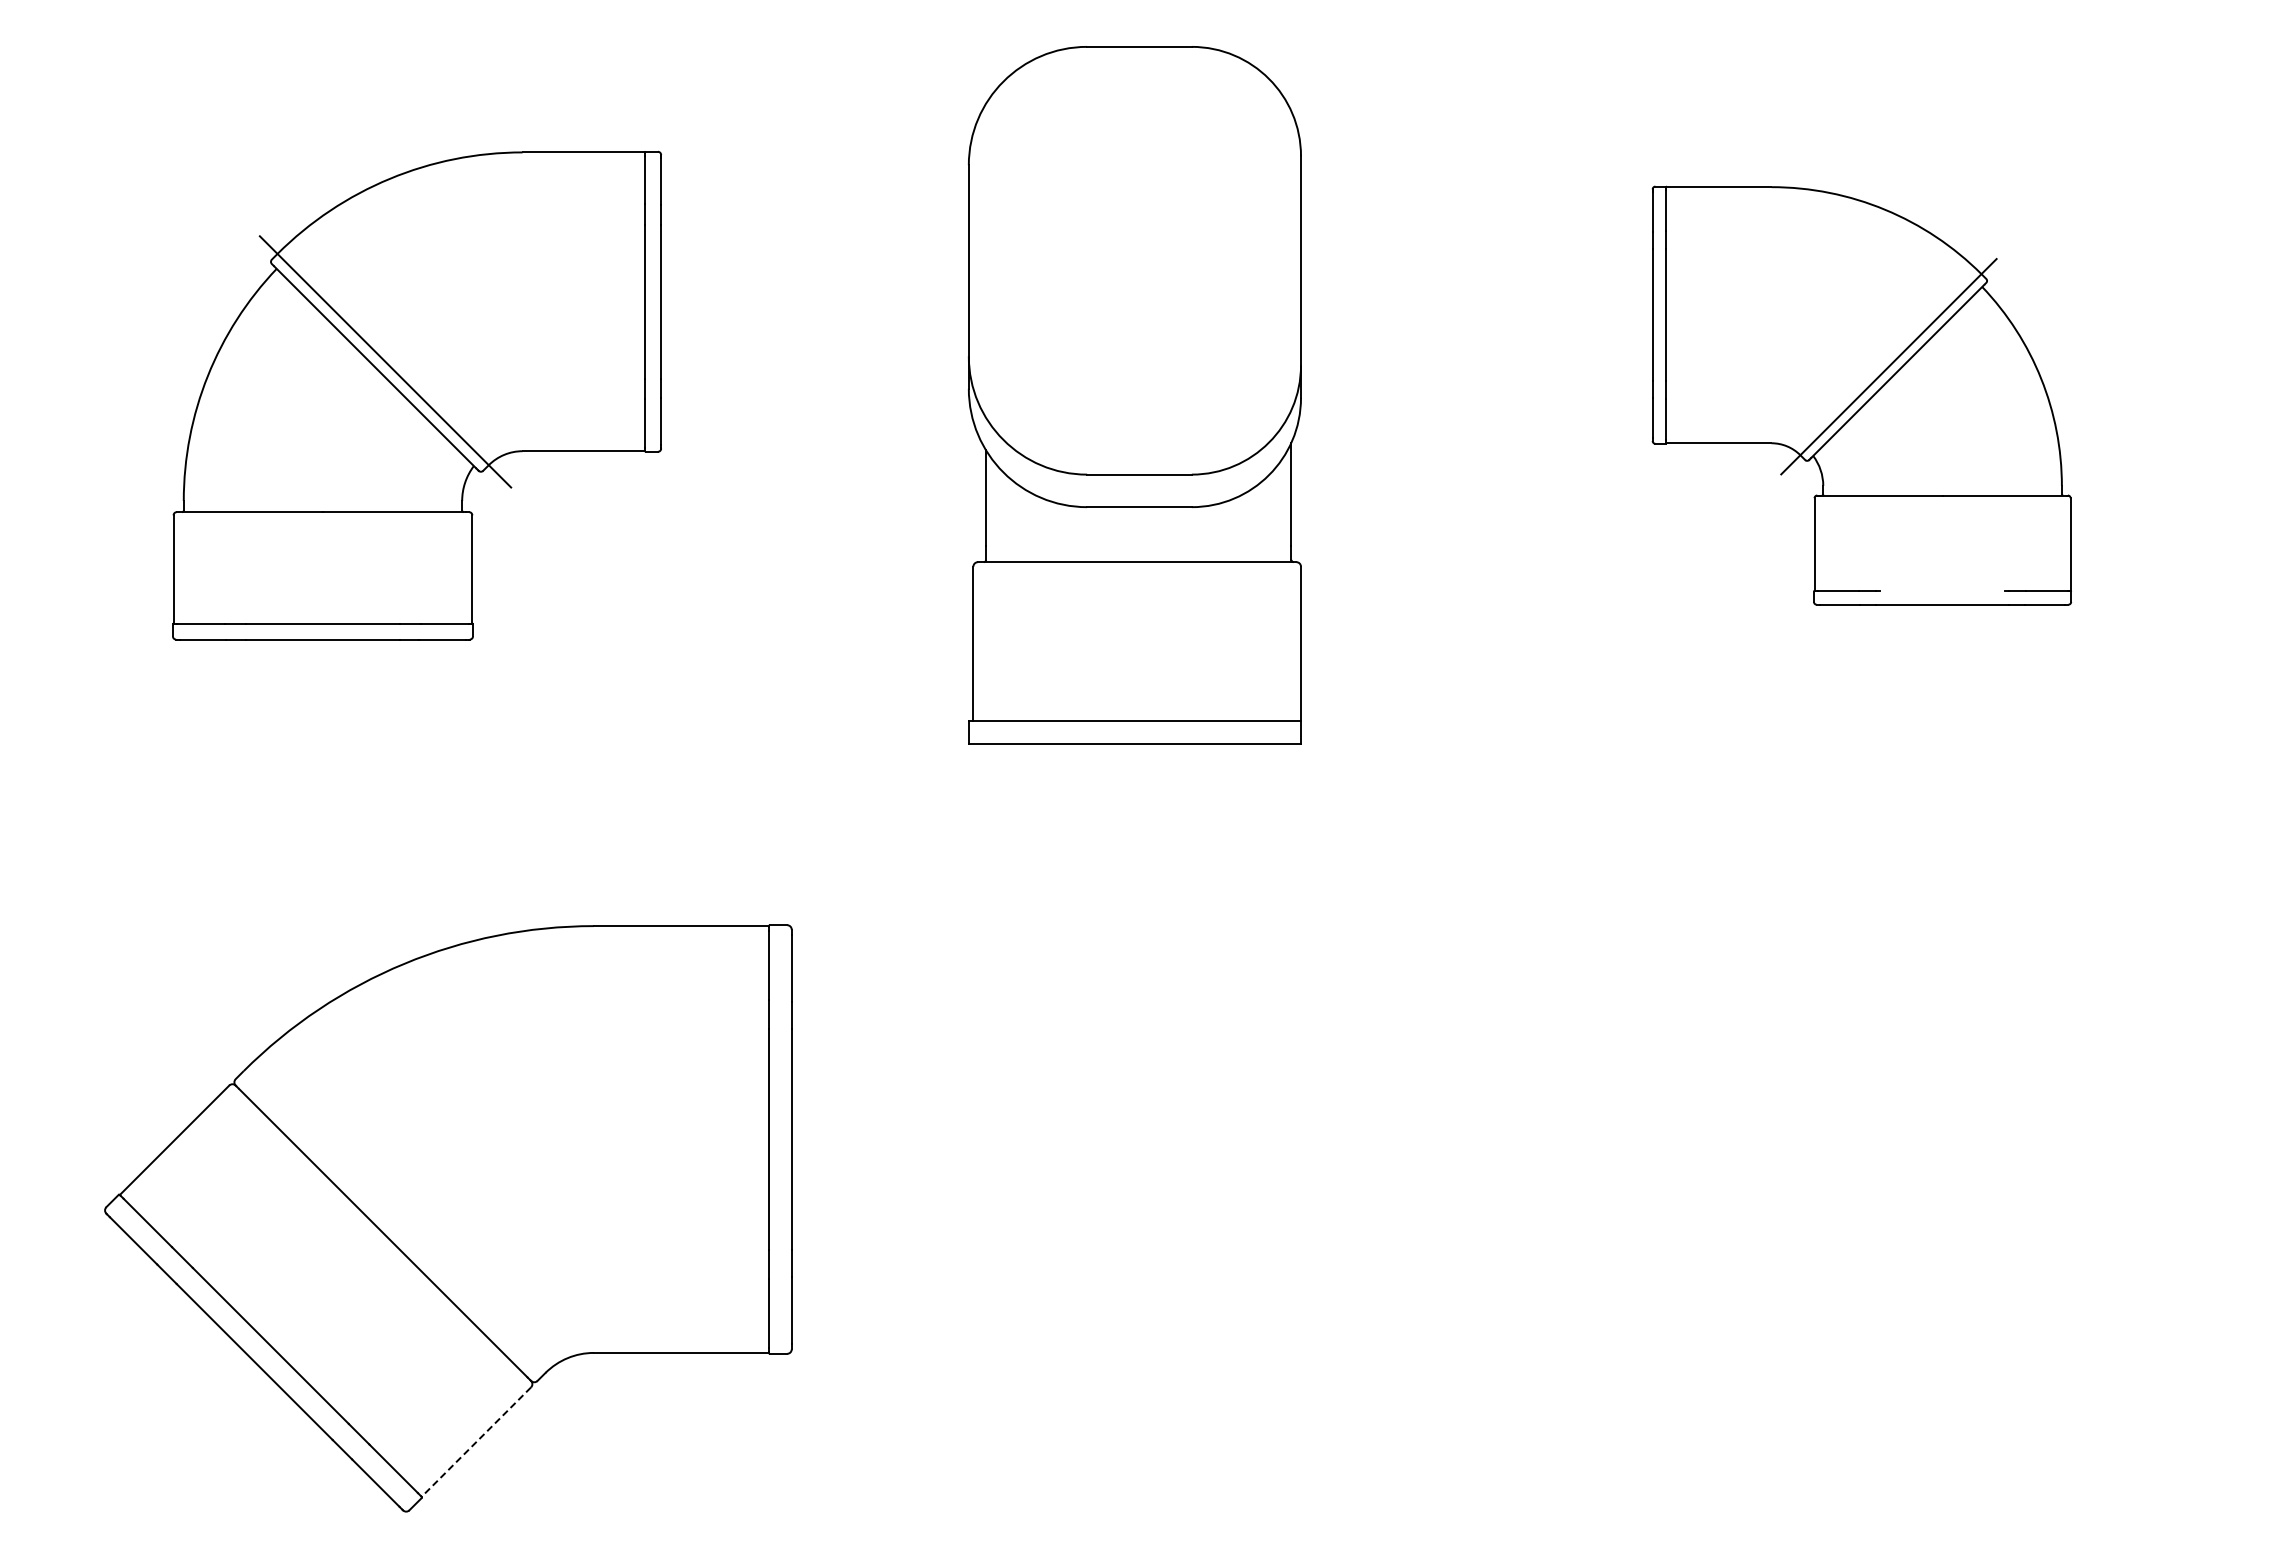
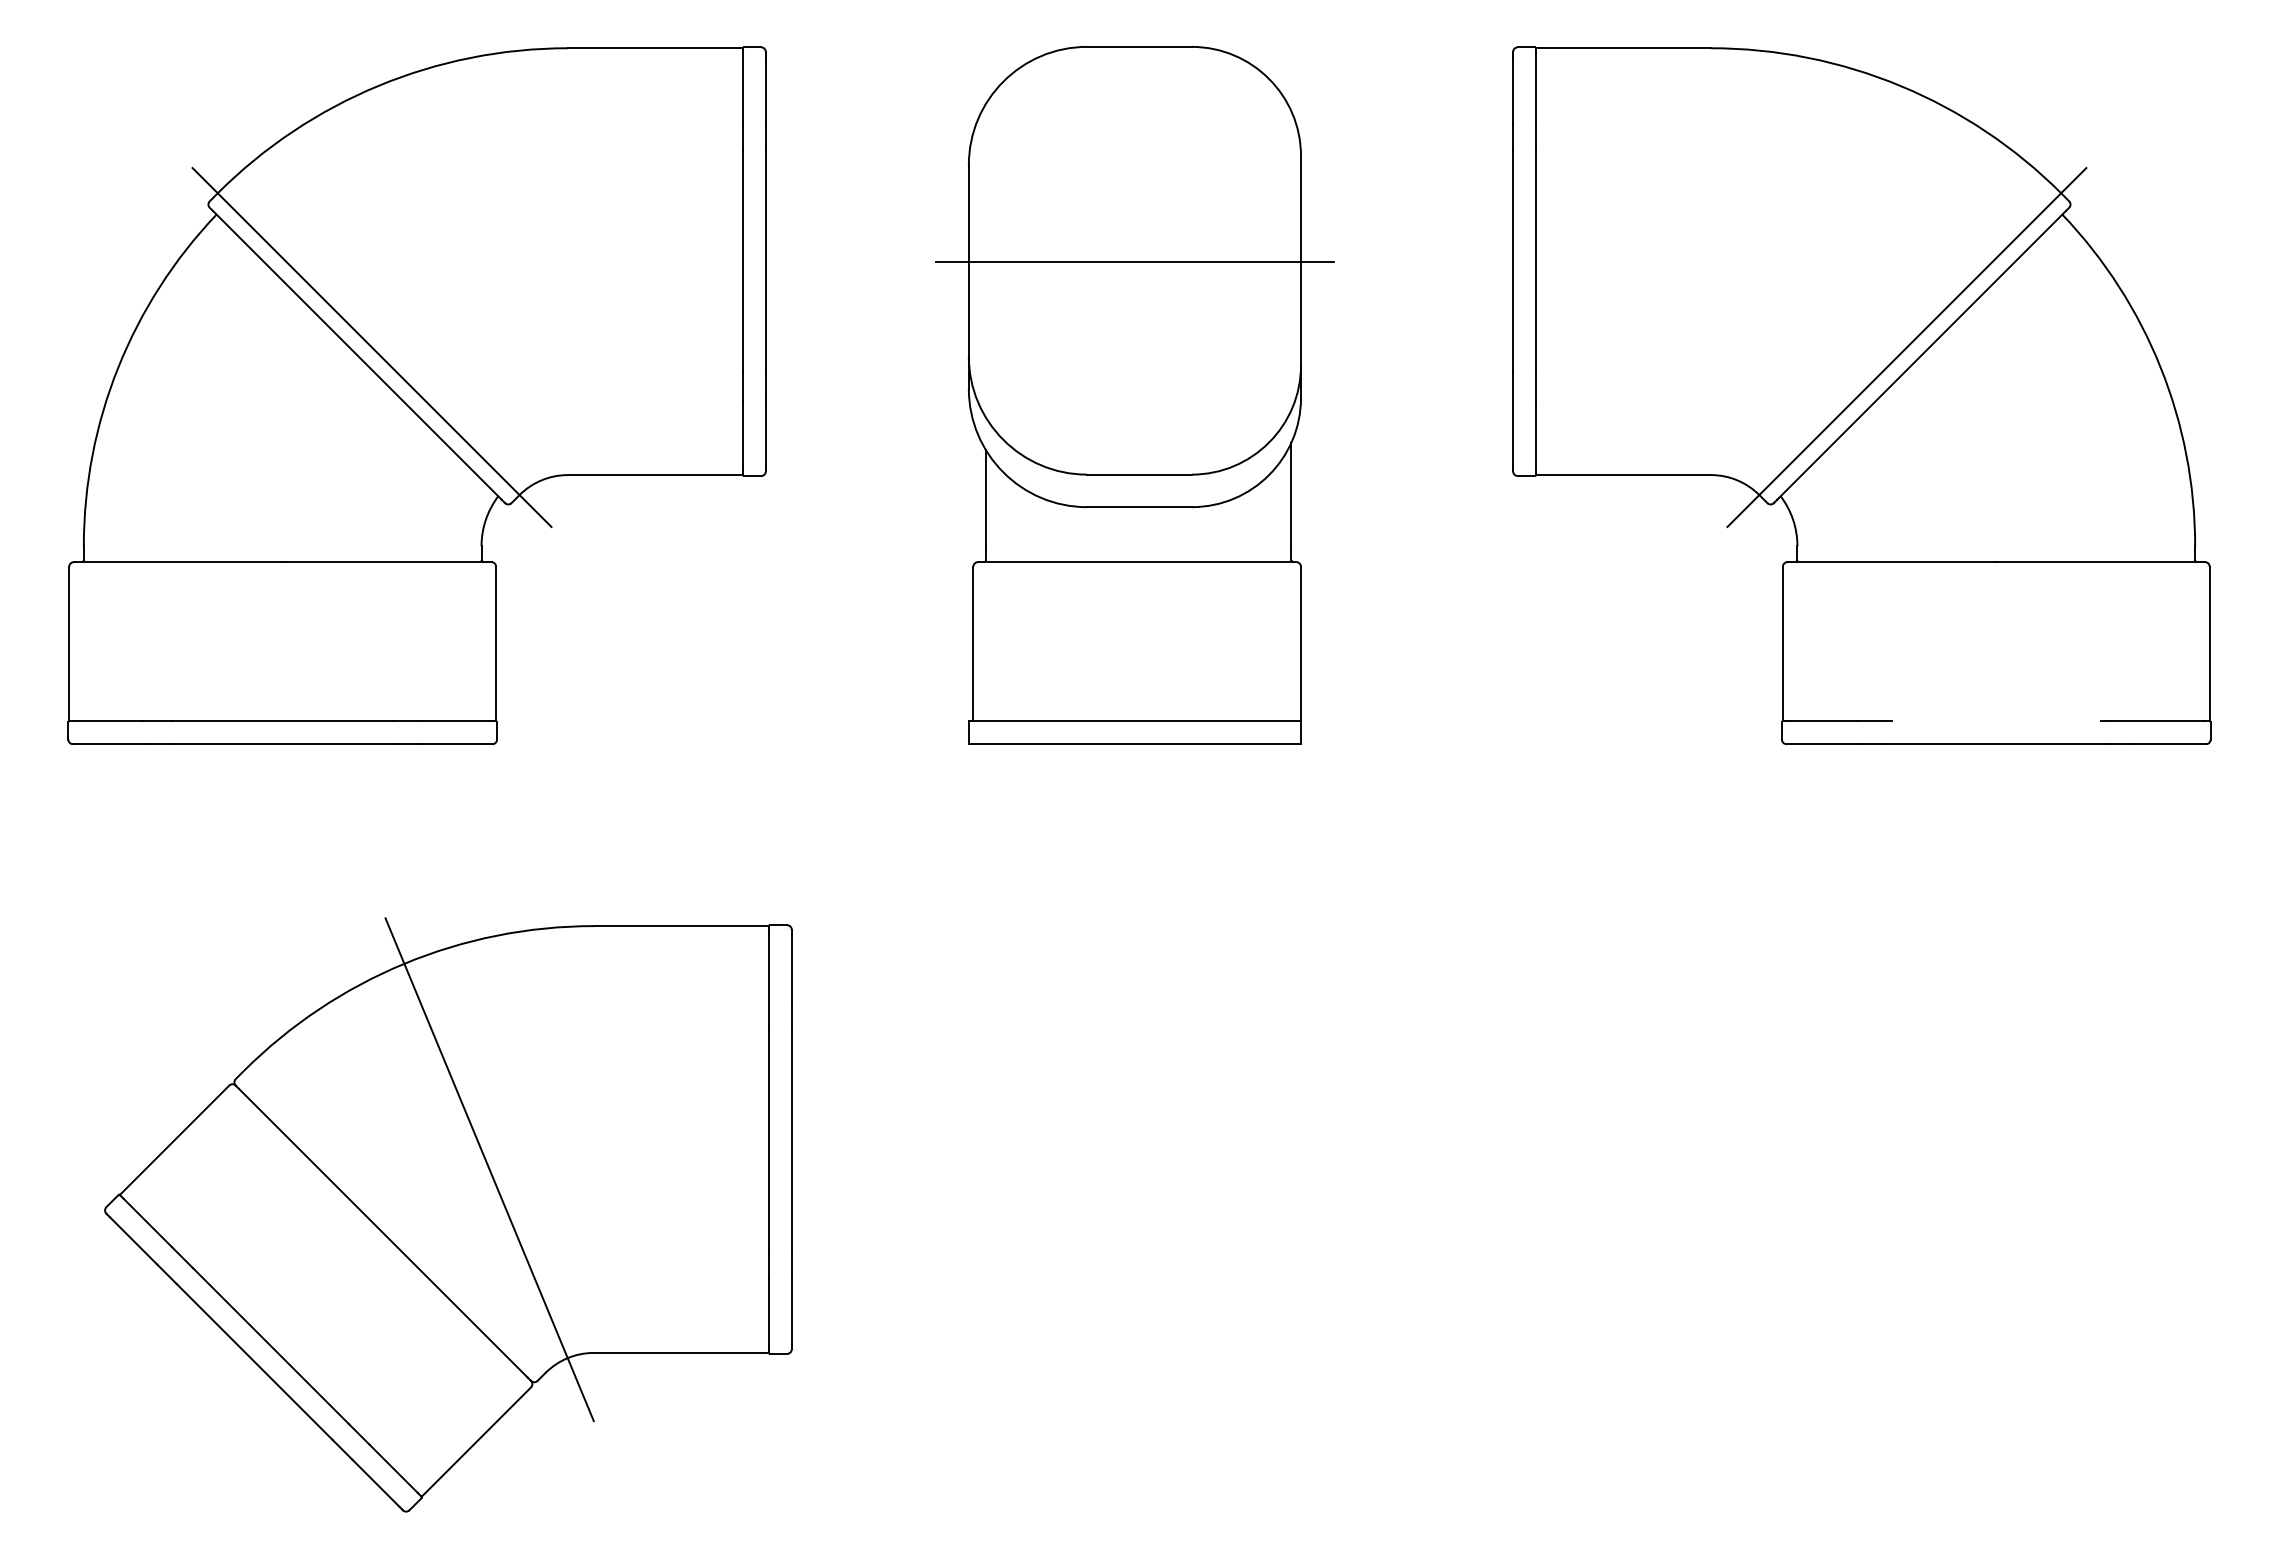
line at (1134, 261): none -> present
part at (416, 395) size: 490x491 px -> 700x699 px
part at (1861, 395) size: 421x421 px -> 700x699 px
line at (489, 1169): none -> present
line at (476, 1442): dashed -> solid
